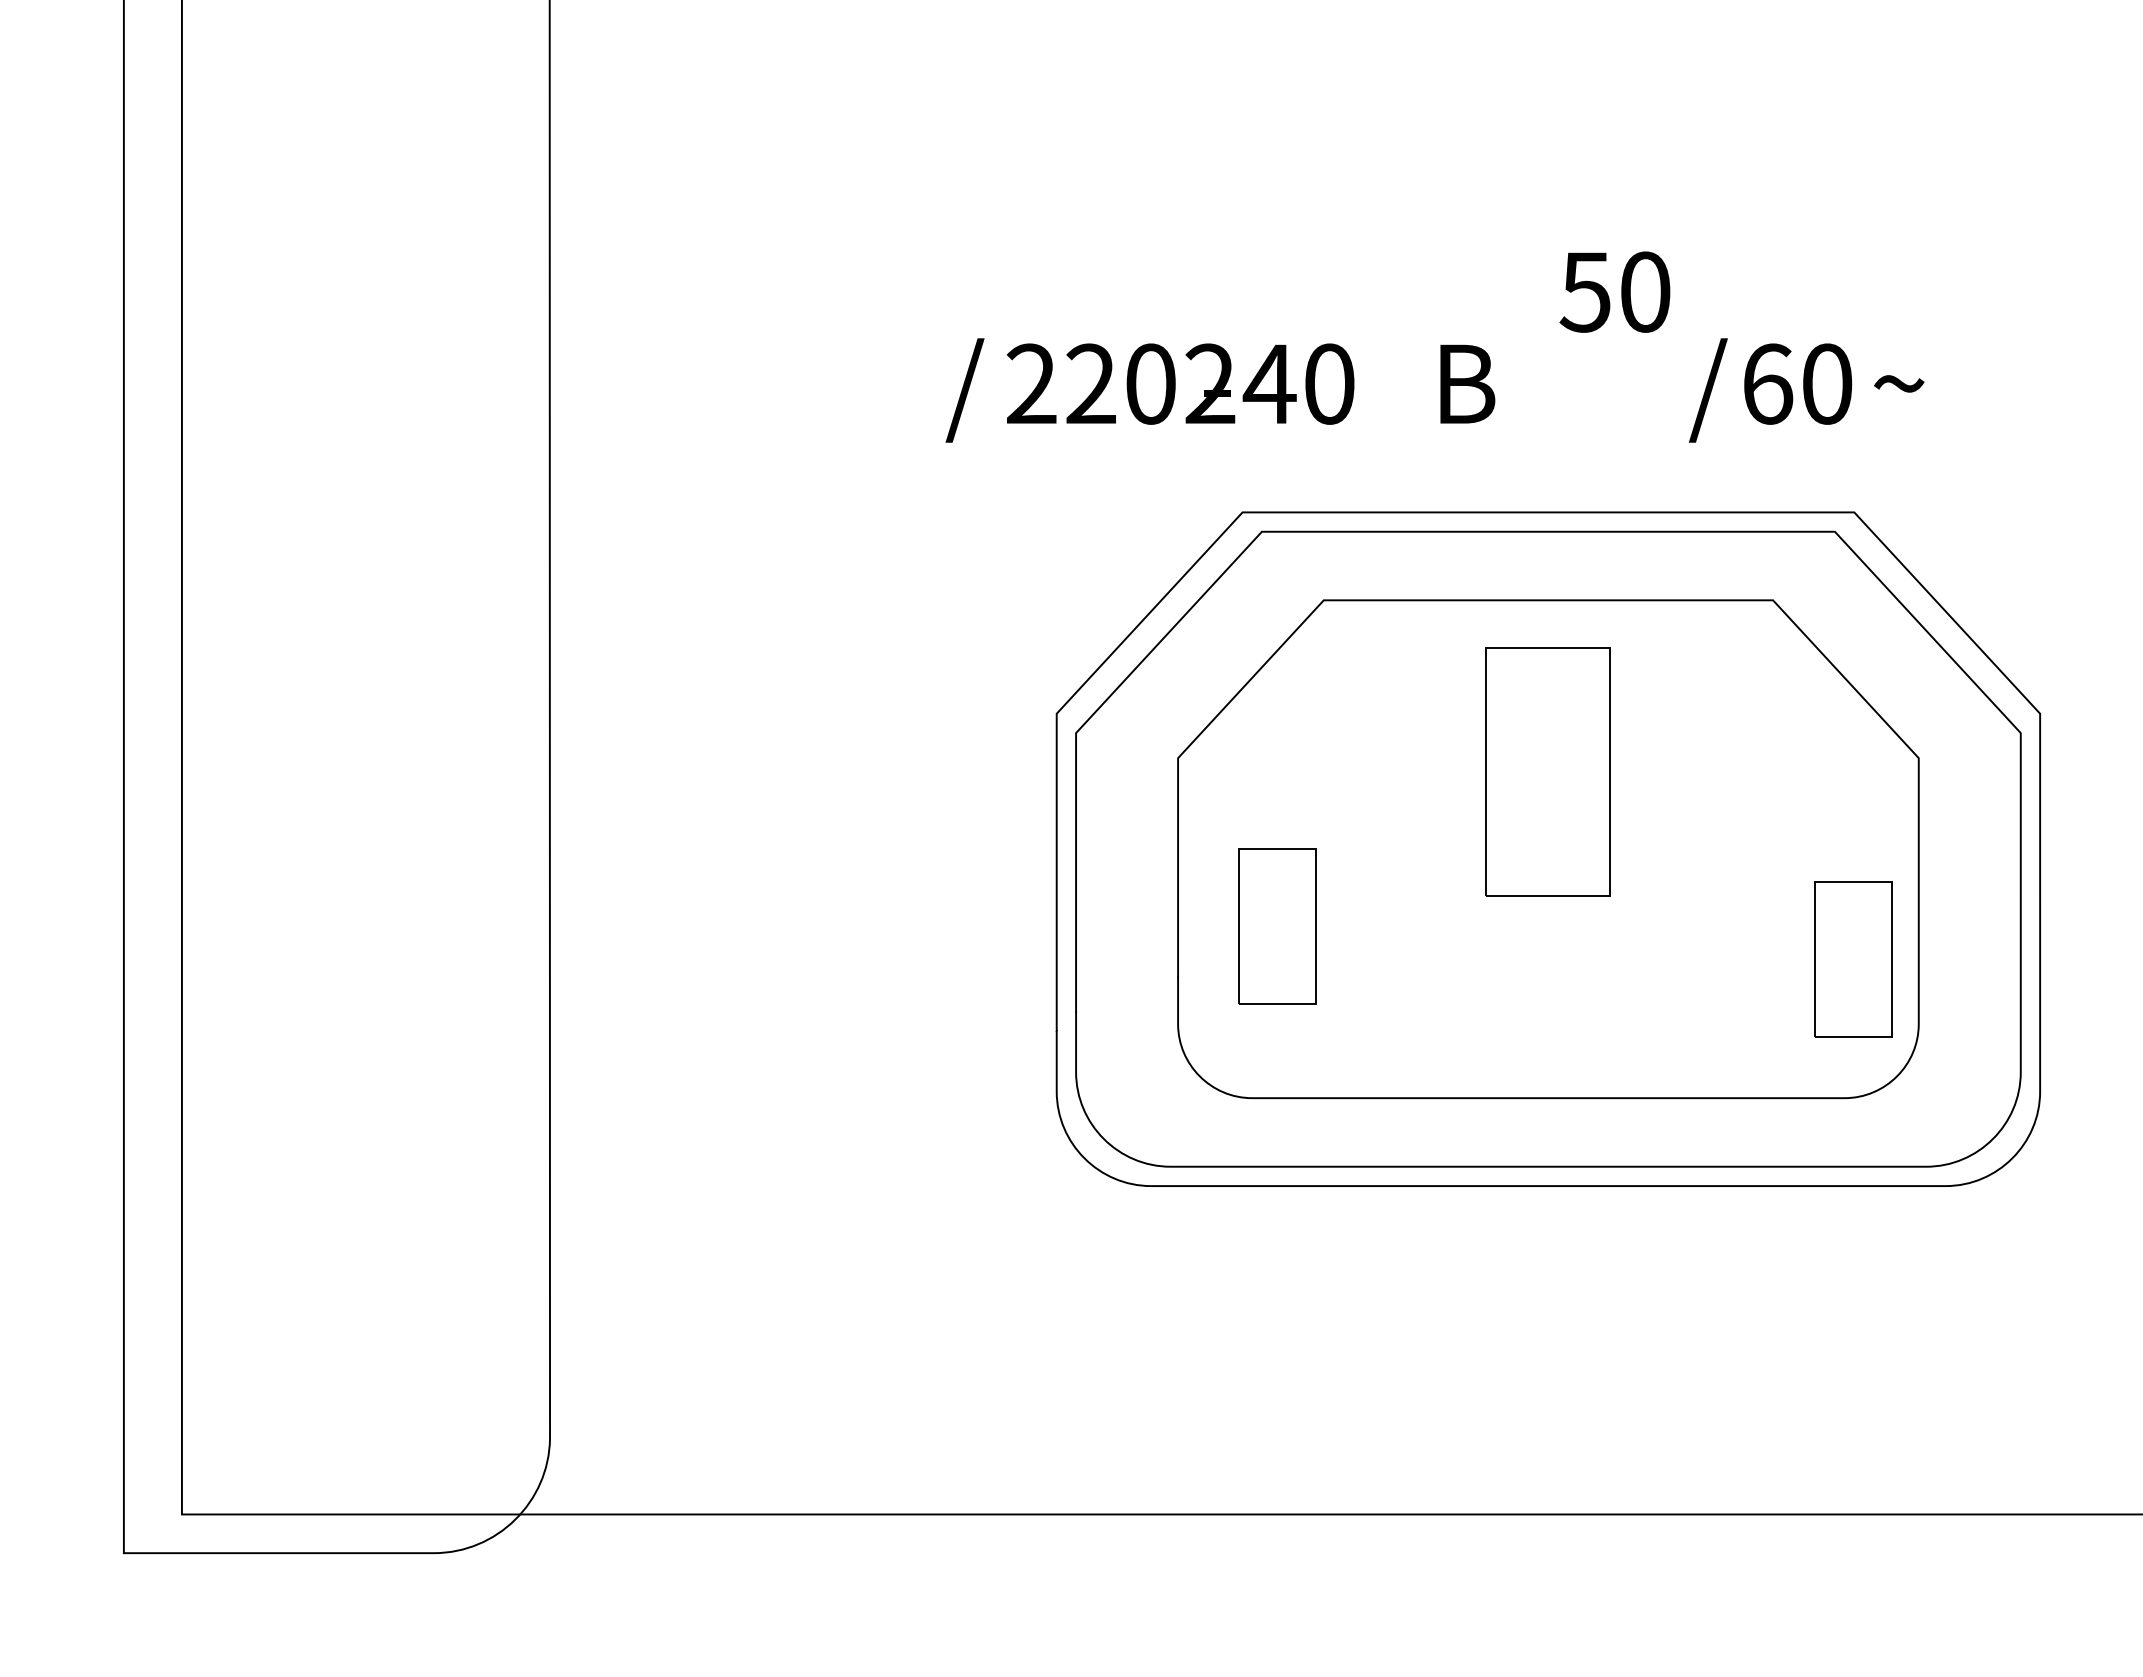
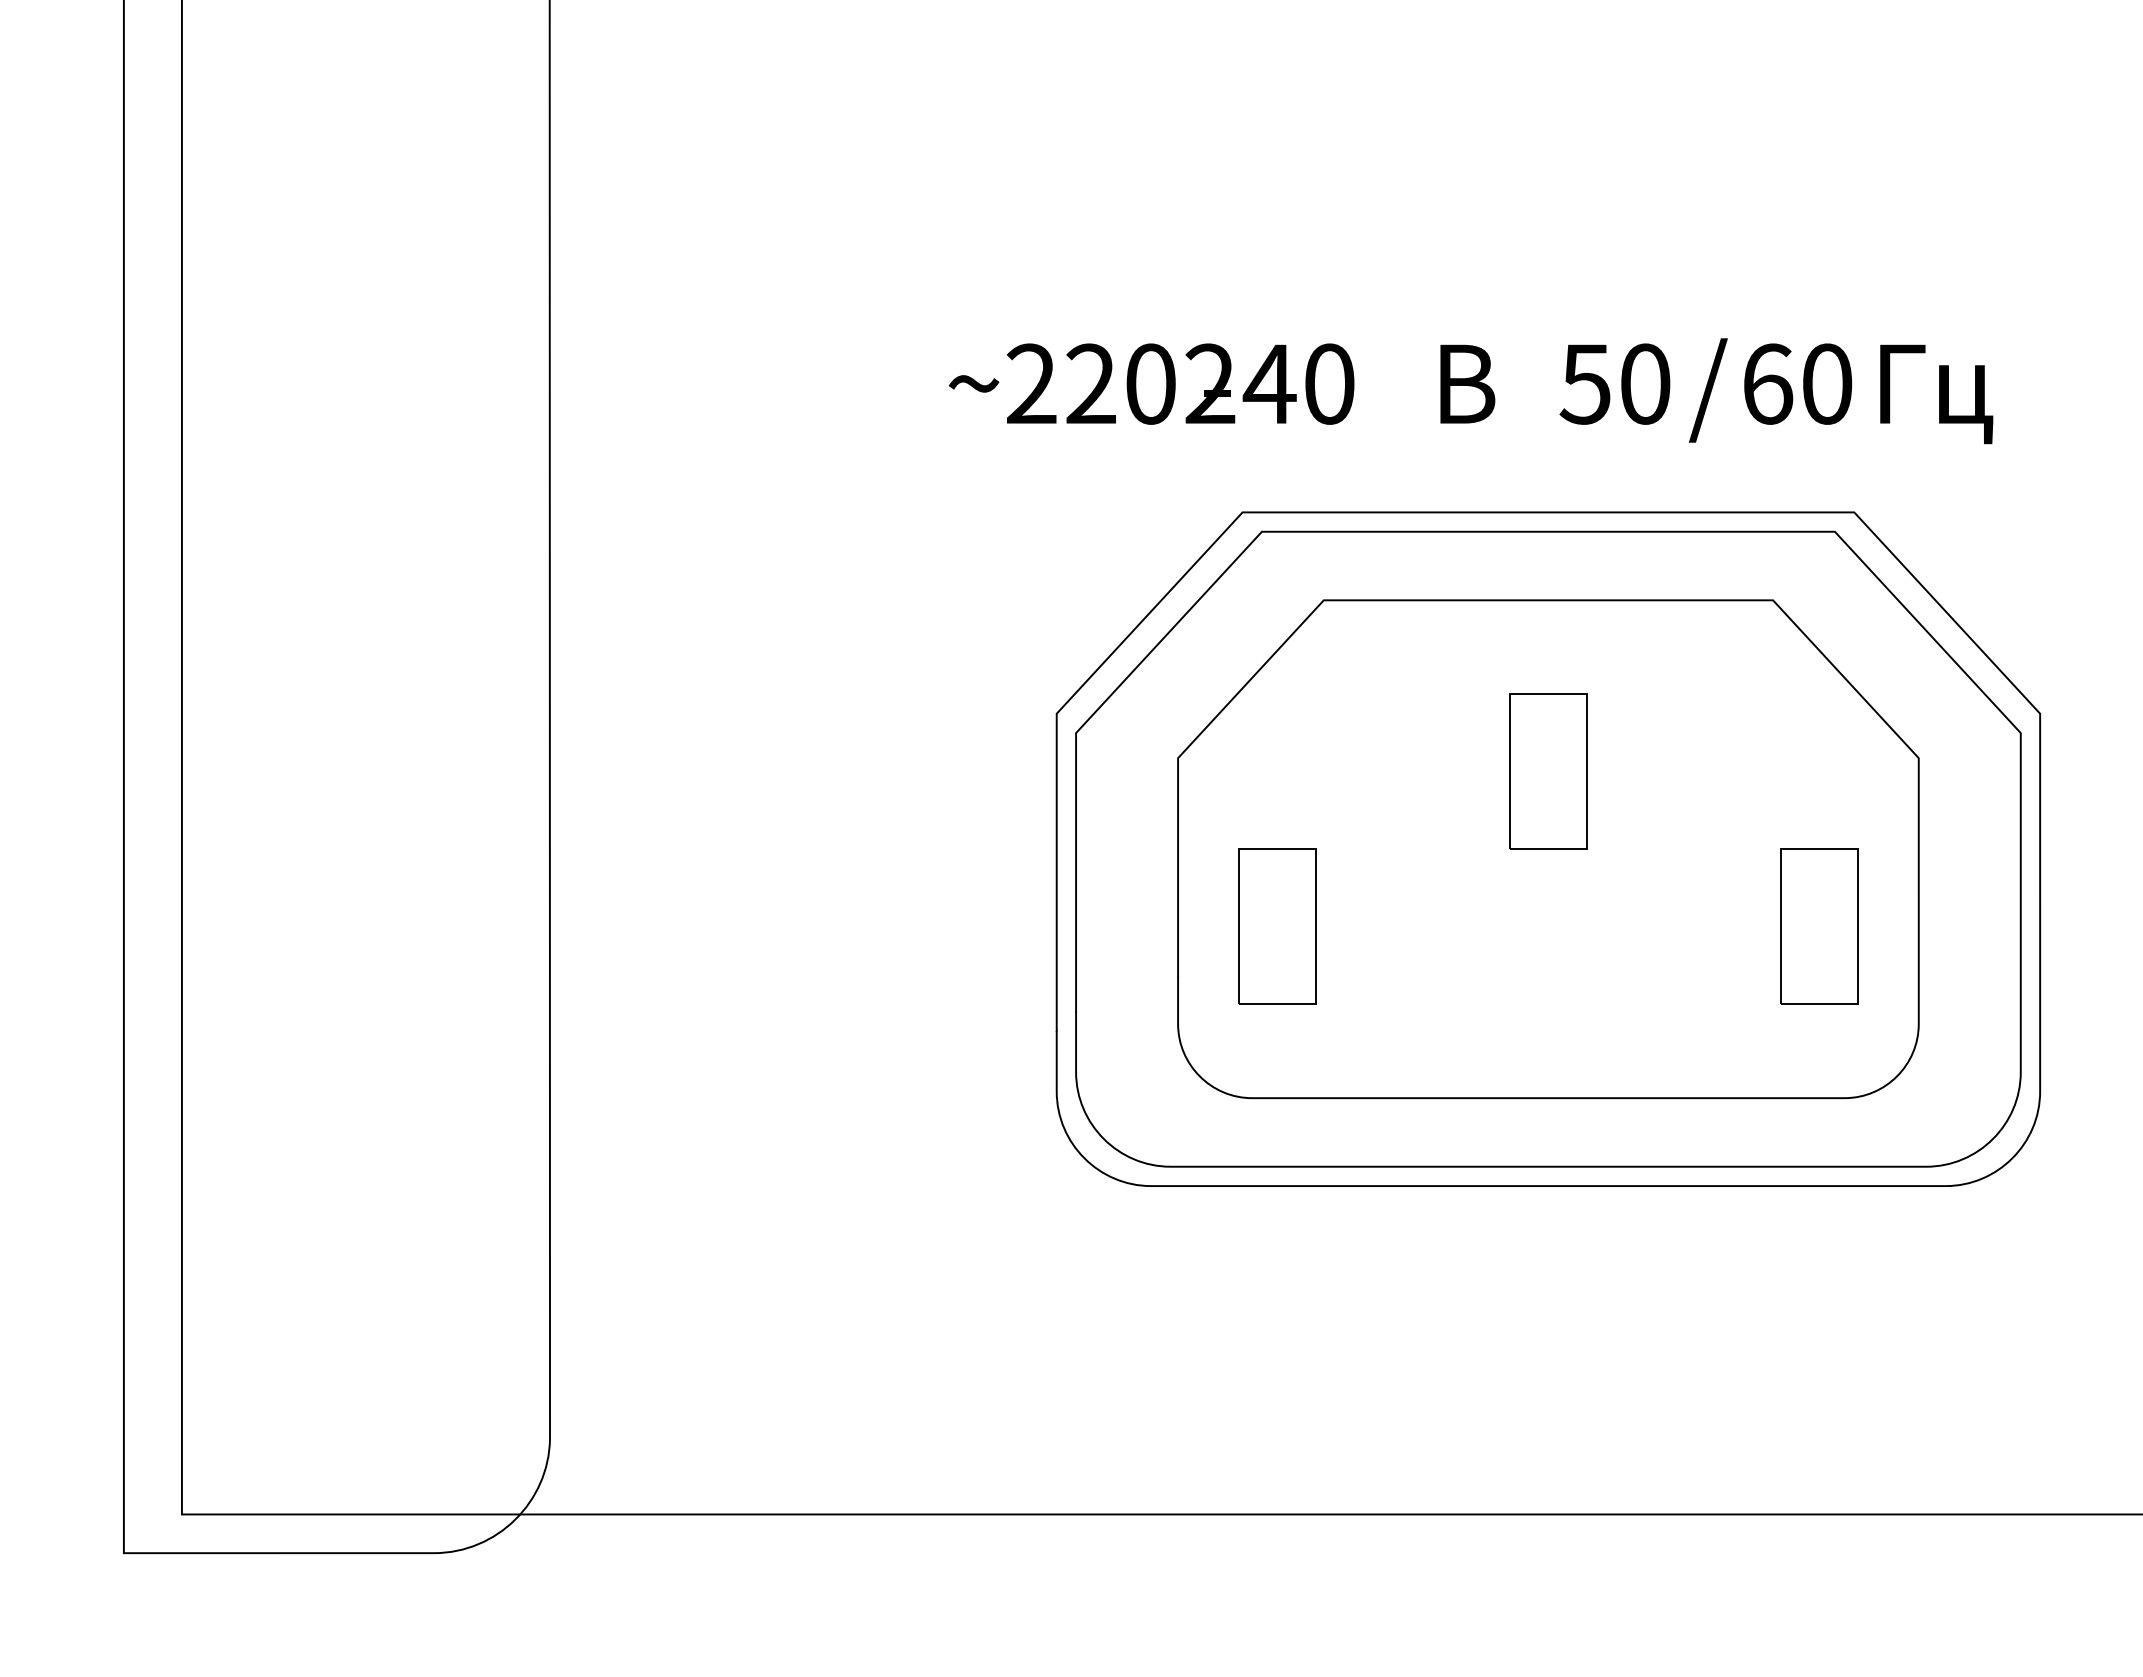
text at (1614, 291) position: (1614, 291) -> (1614, 383)
text at (972, 390): / -> ~
text at (1933, 394): ~ -> Гц
part at (1547, 771) size: 126x250 px -> 79x157 px
part at (1853, 959) position: (1853, 959) -> (1819, 926)
